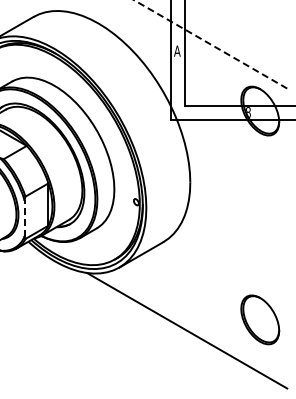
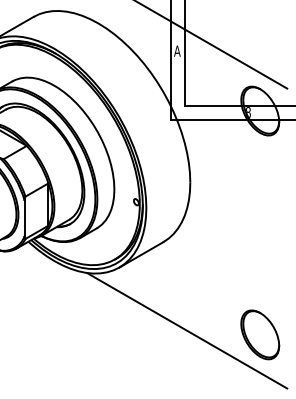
line at (211, 44): dashed -> solid
line at (24, 217): dashed -> solid
part at (260, 319) position: (260, 319) -> (260, 334)
